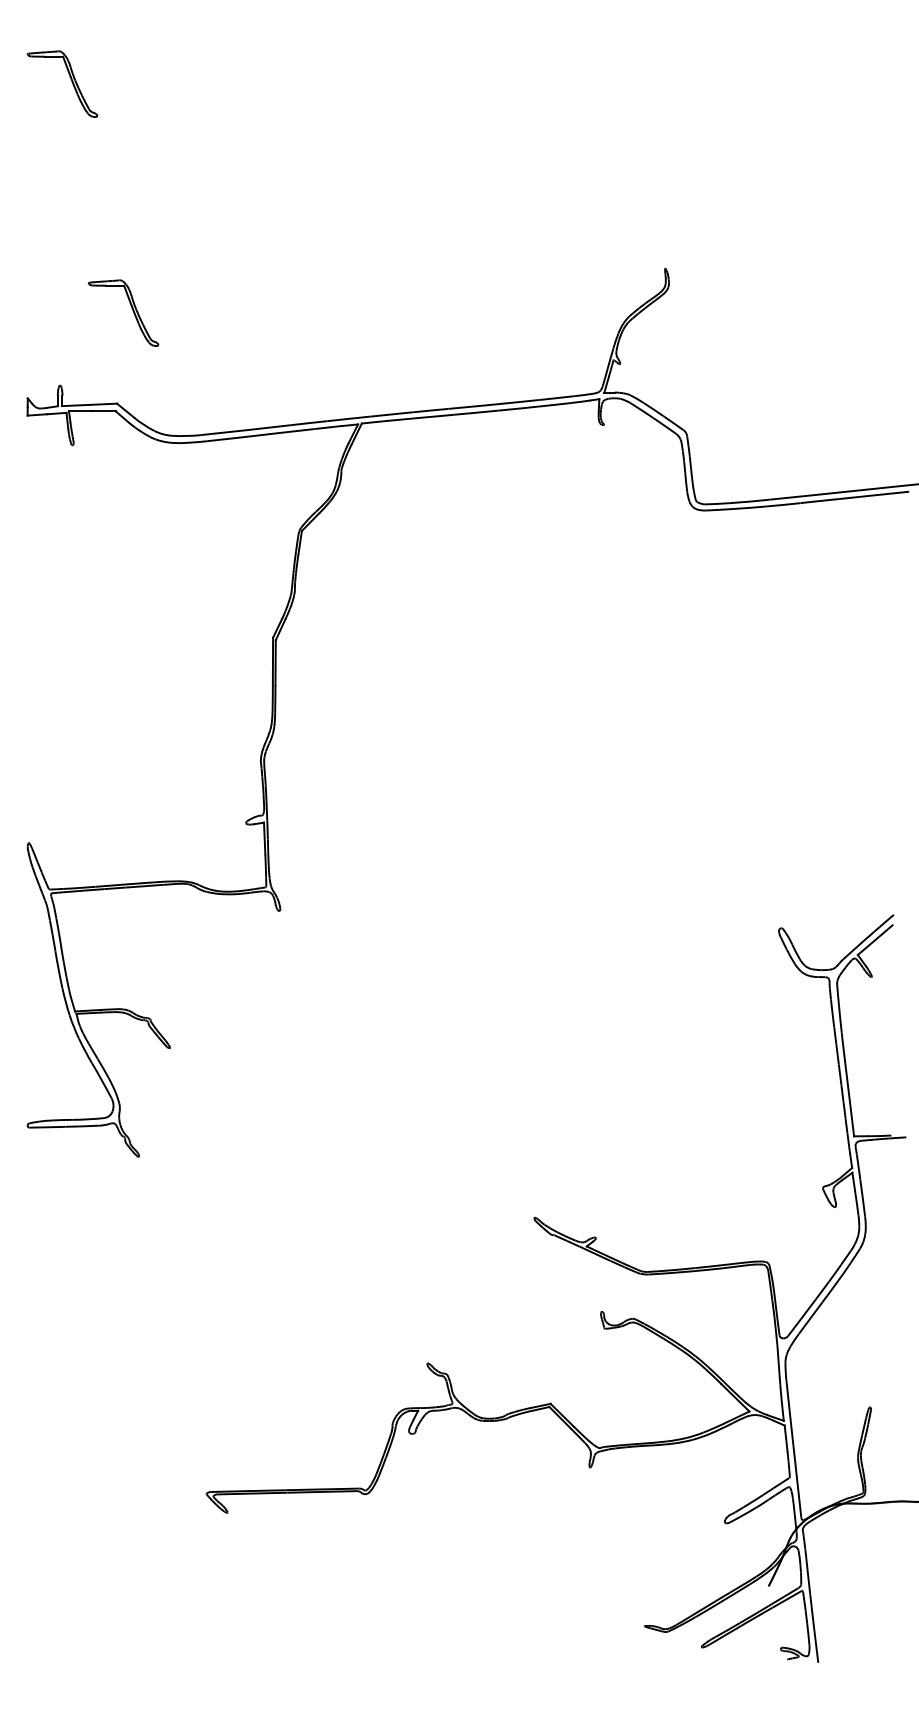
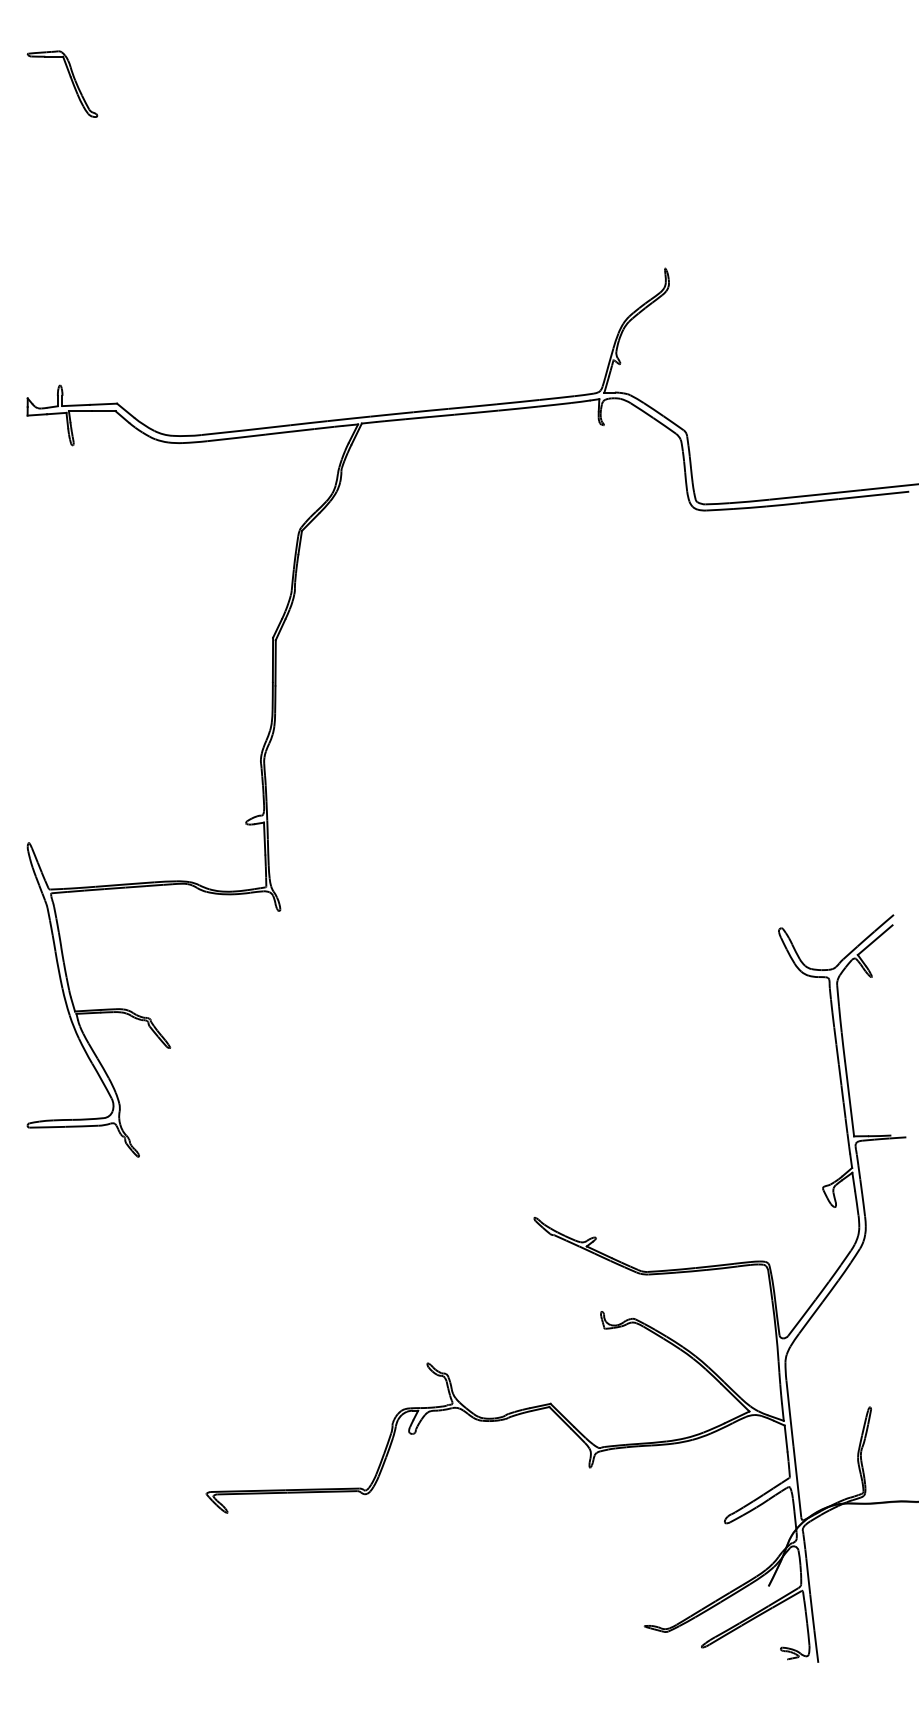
part at (131, 308): present -> none
